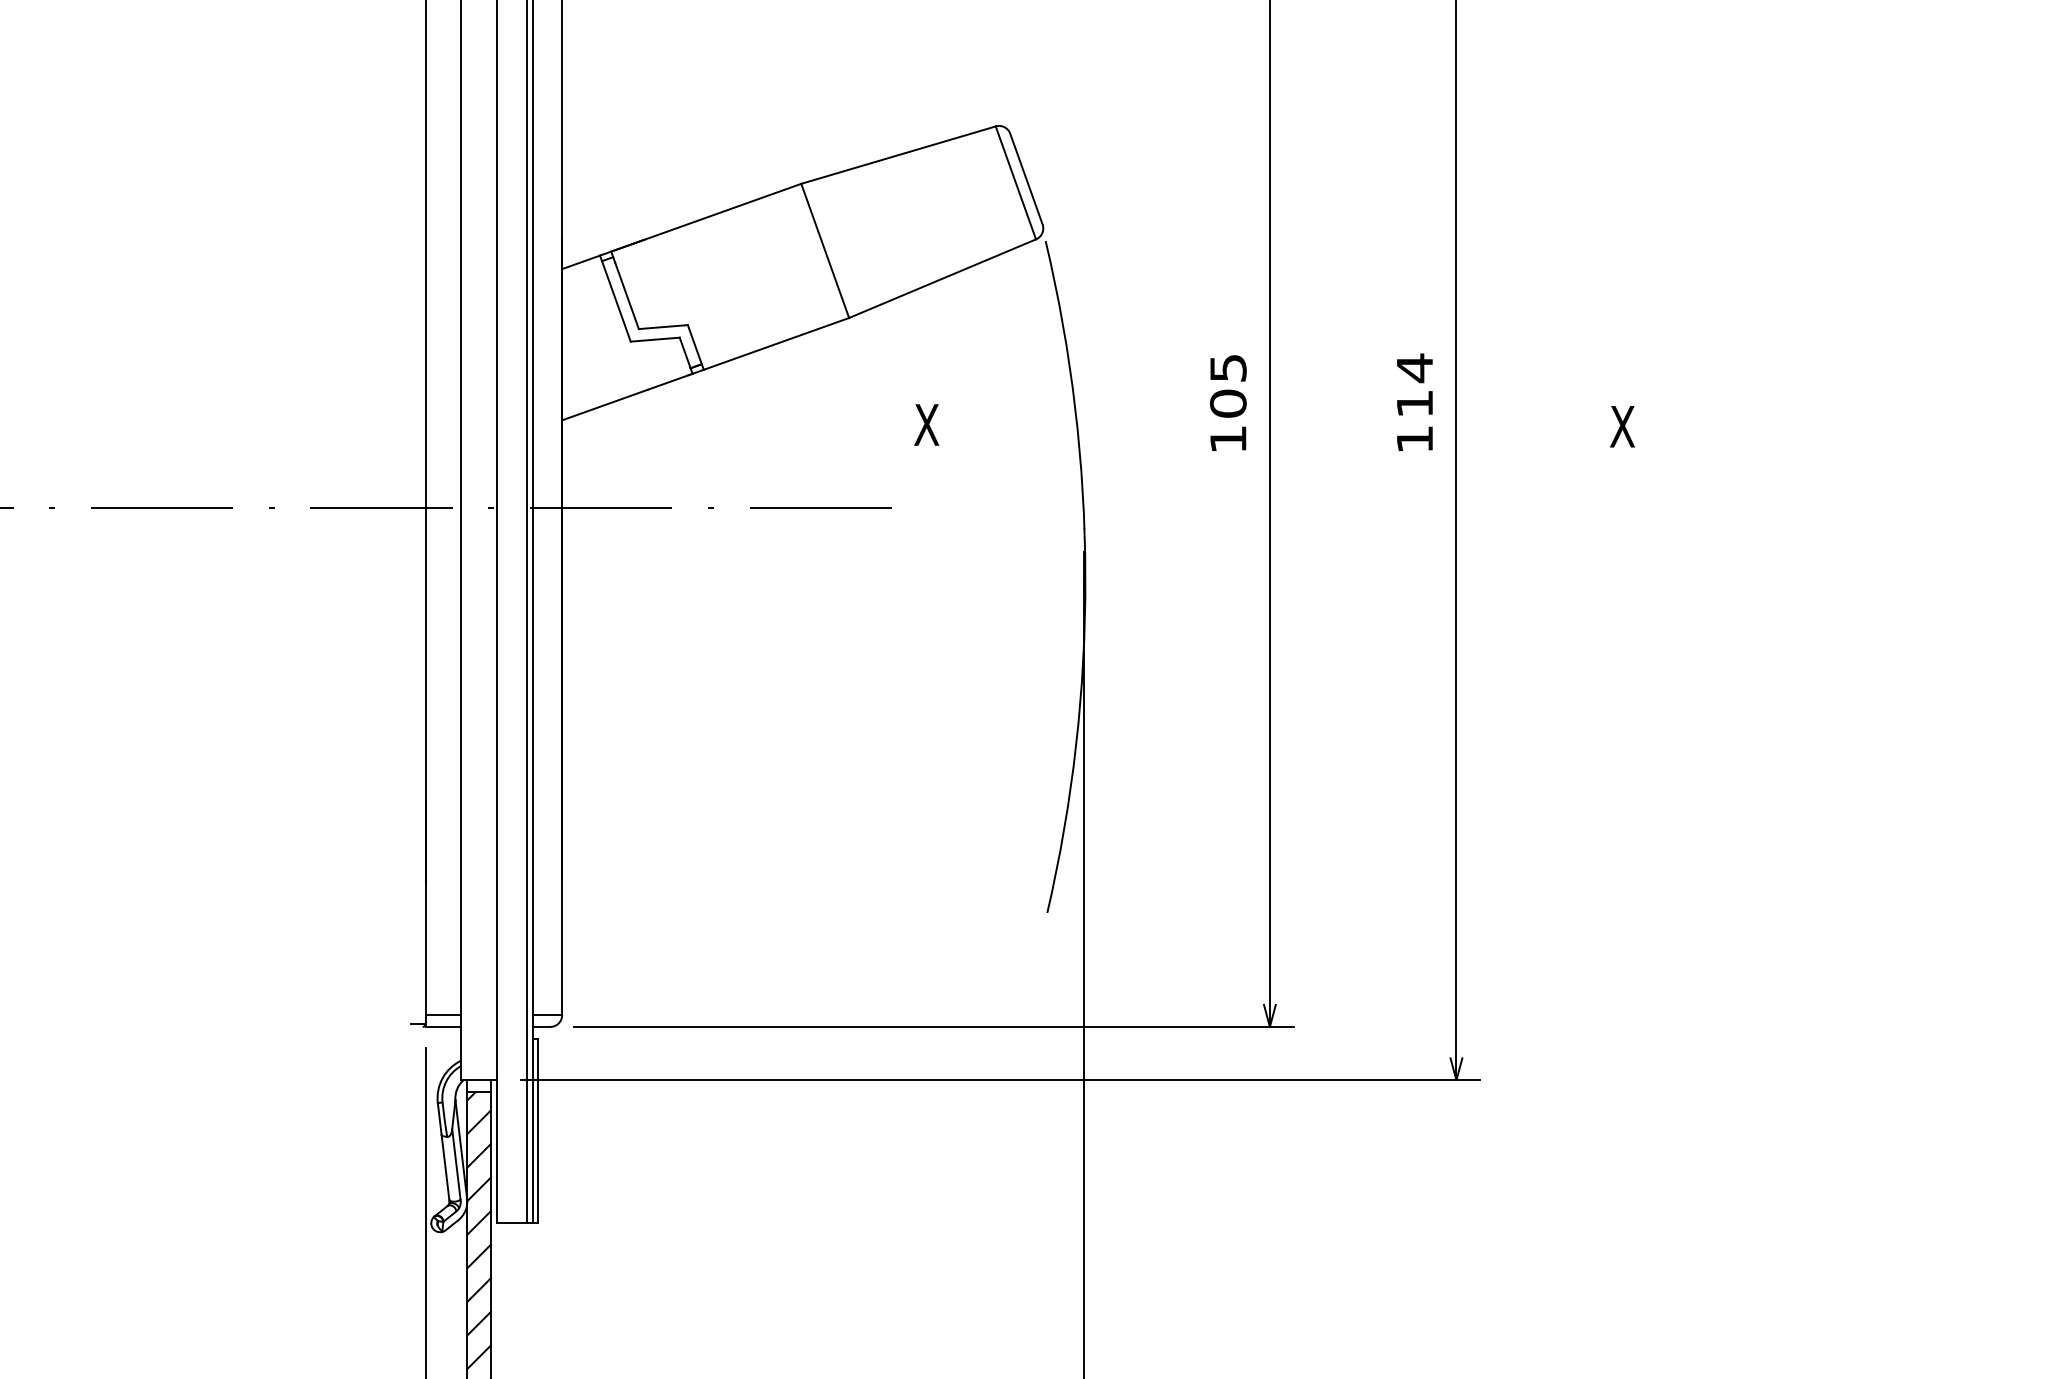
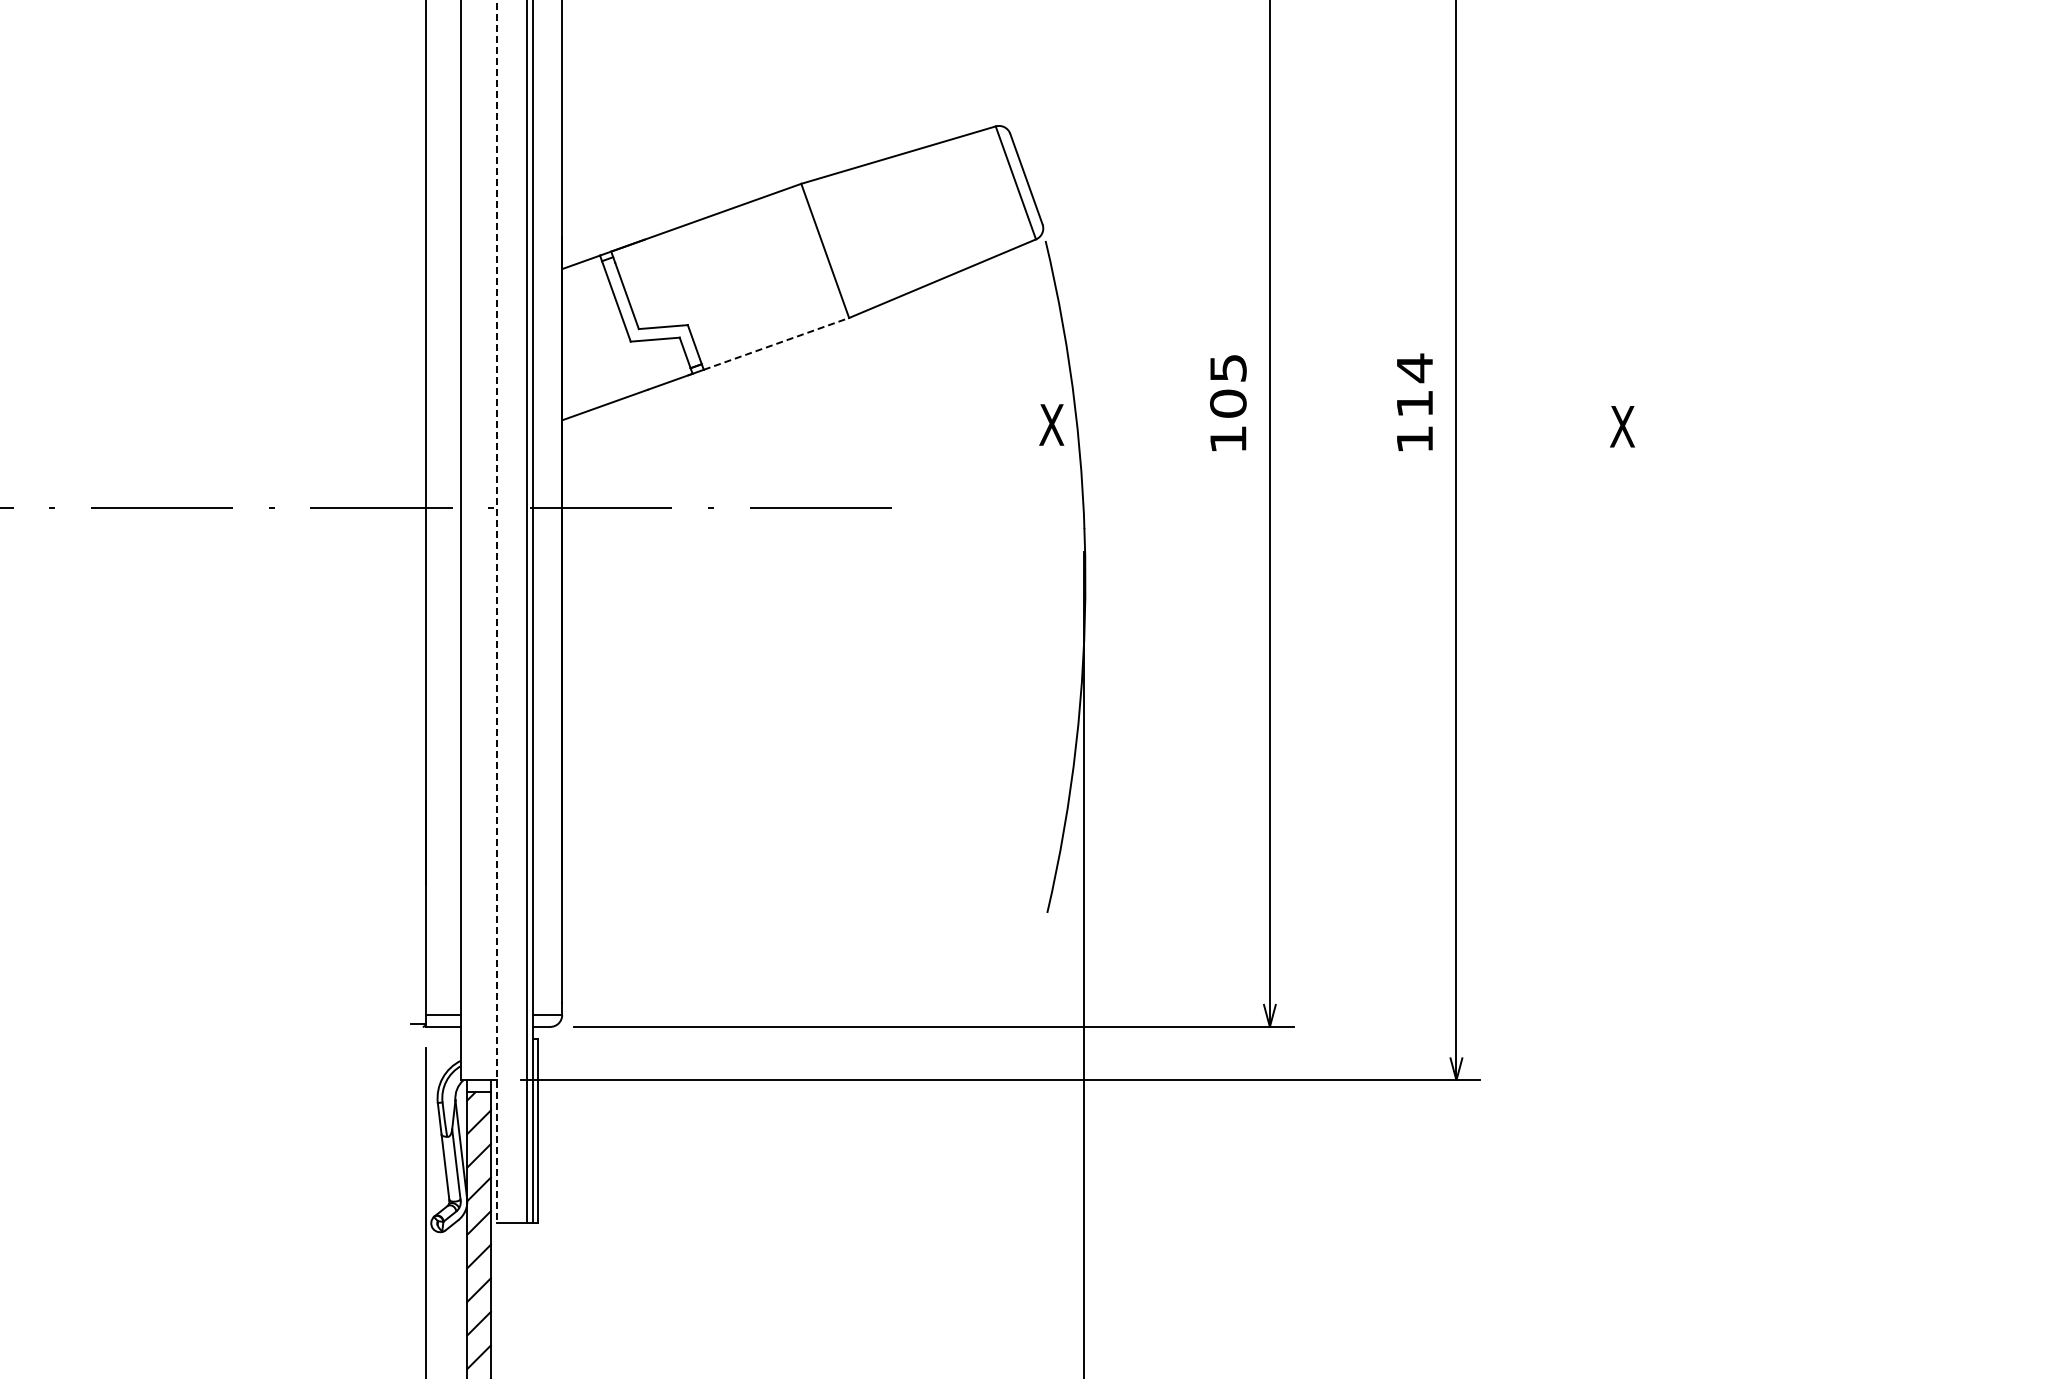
line at (776, 343): solid -> dashed
text at (926, 424) position: (926, 424) -> (1051, 424)
line at (496, 611): solid -> dashed
